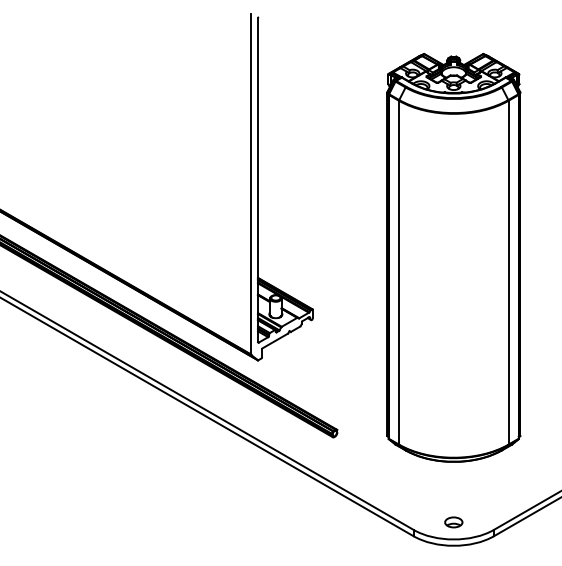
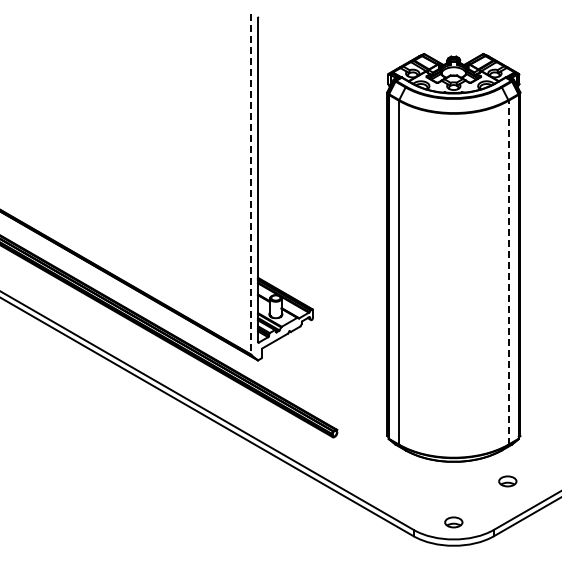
line at (251, 184): solid -> dashed
line at (508, 272): solid -> dashed
part at (507, 481): none -> present
